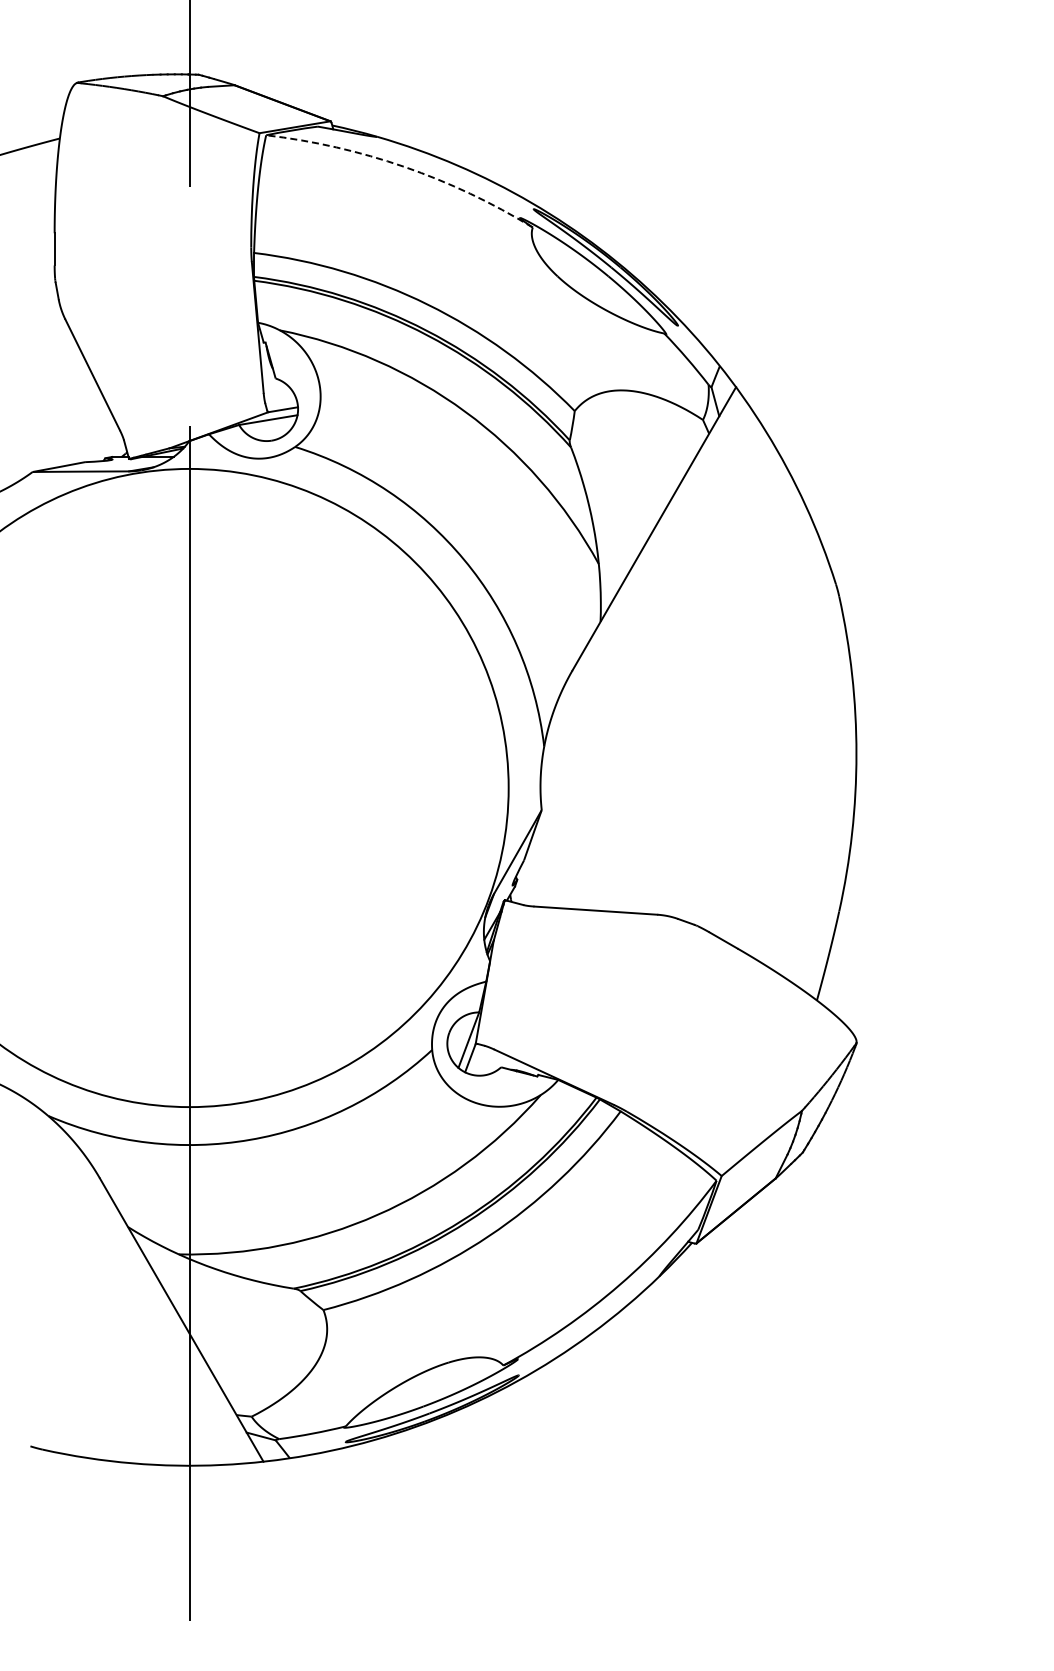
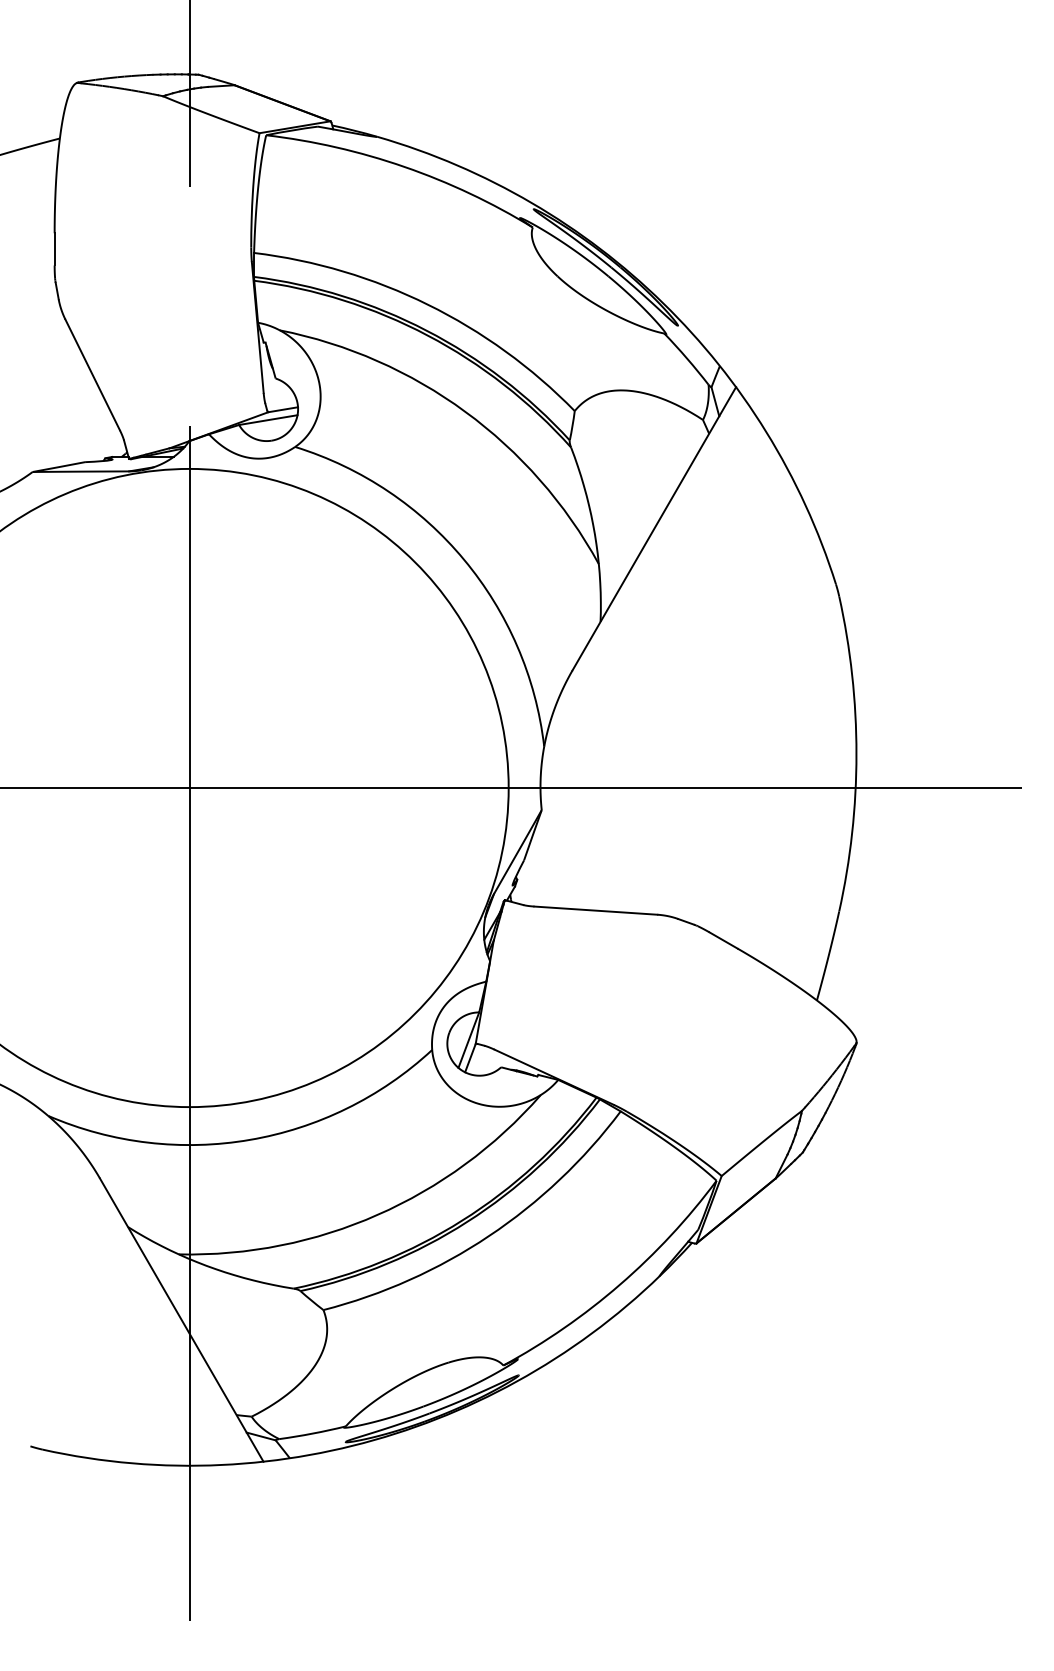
arc at (404, 166): dashed -> solid
line at (512, 788): none -> present
